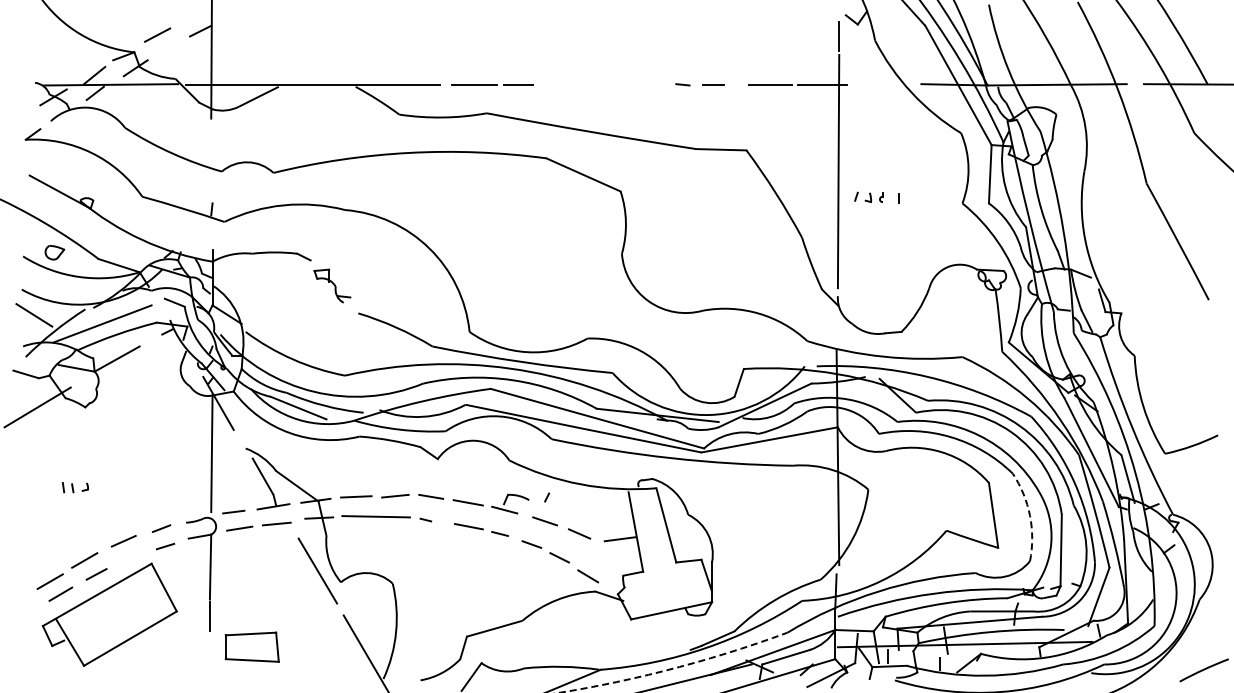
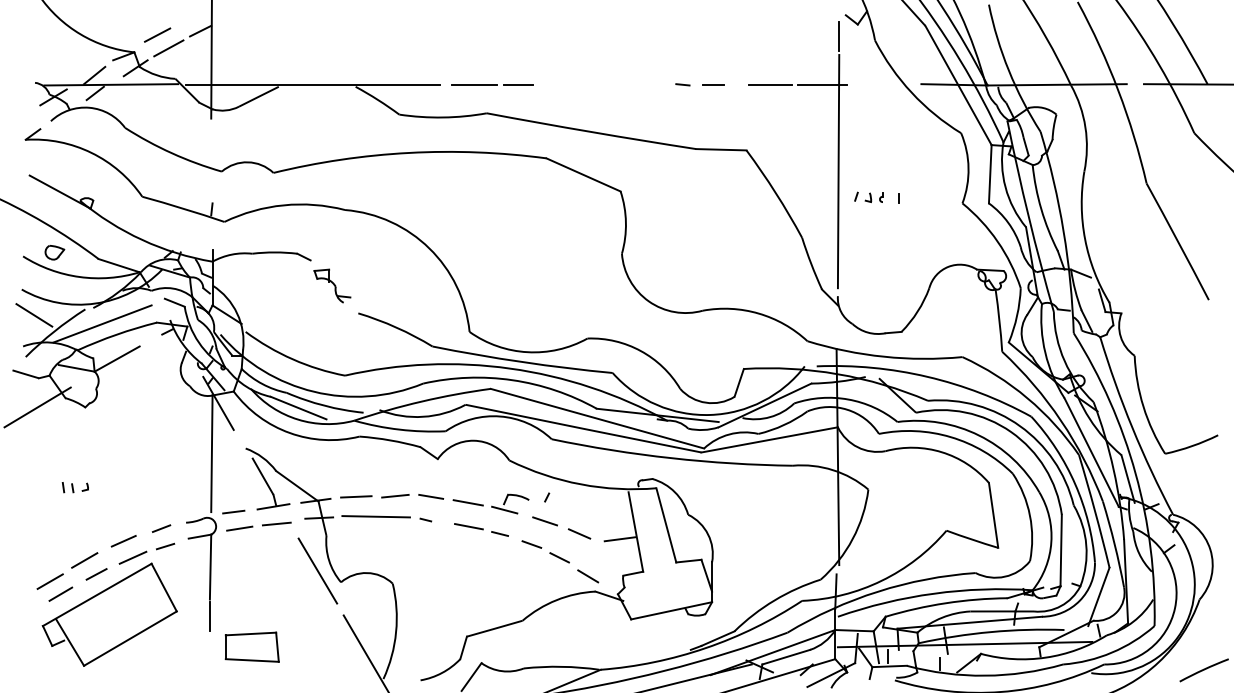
line at (168, 48): none -> present
arc at (1030, 515): dashed -> solid
line at (132, 557): none -> present
arc at (674, 668): dashed -> solid
